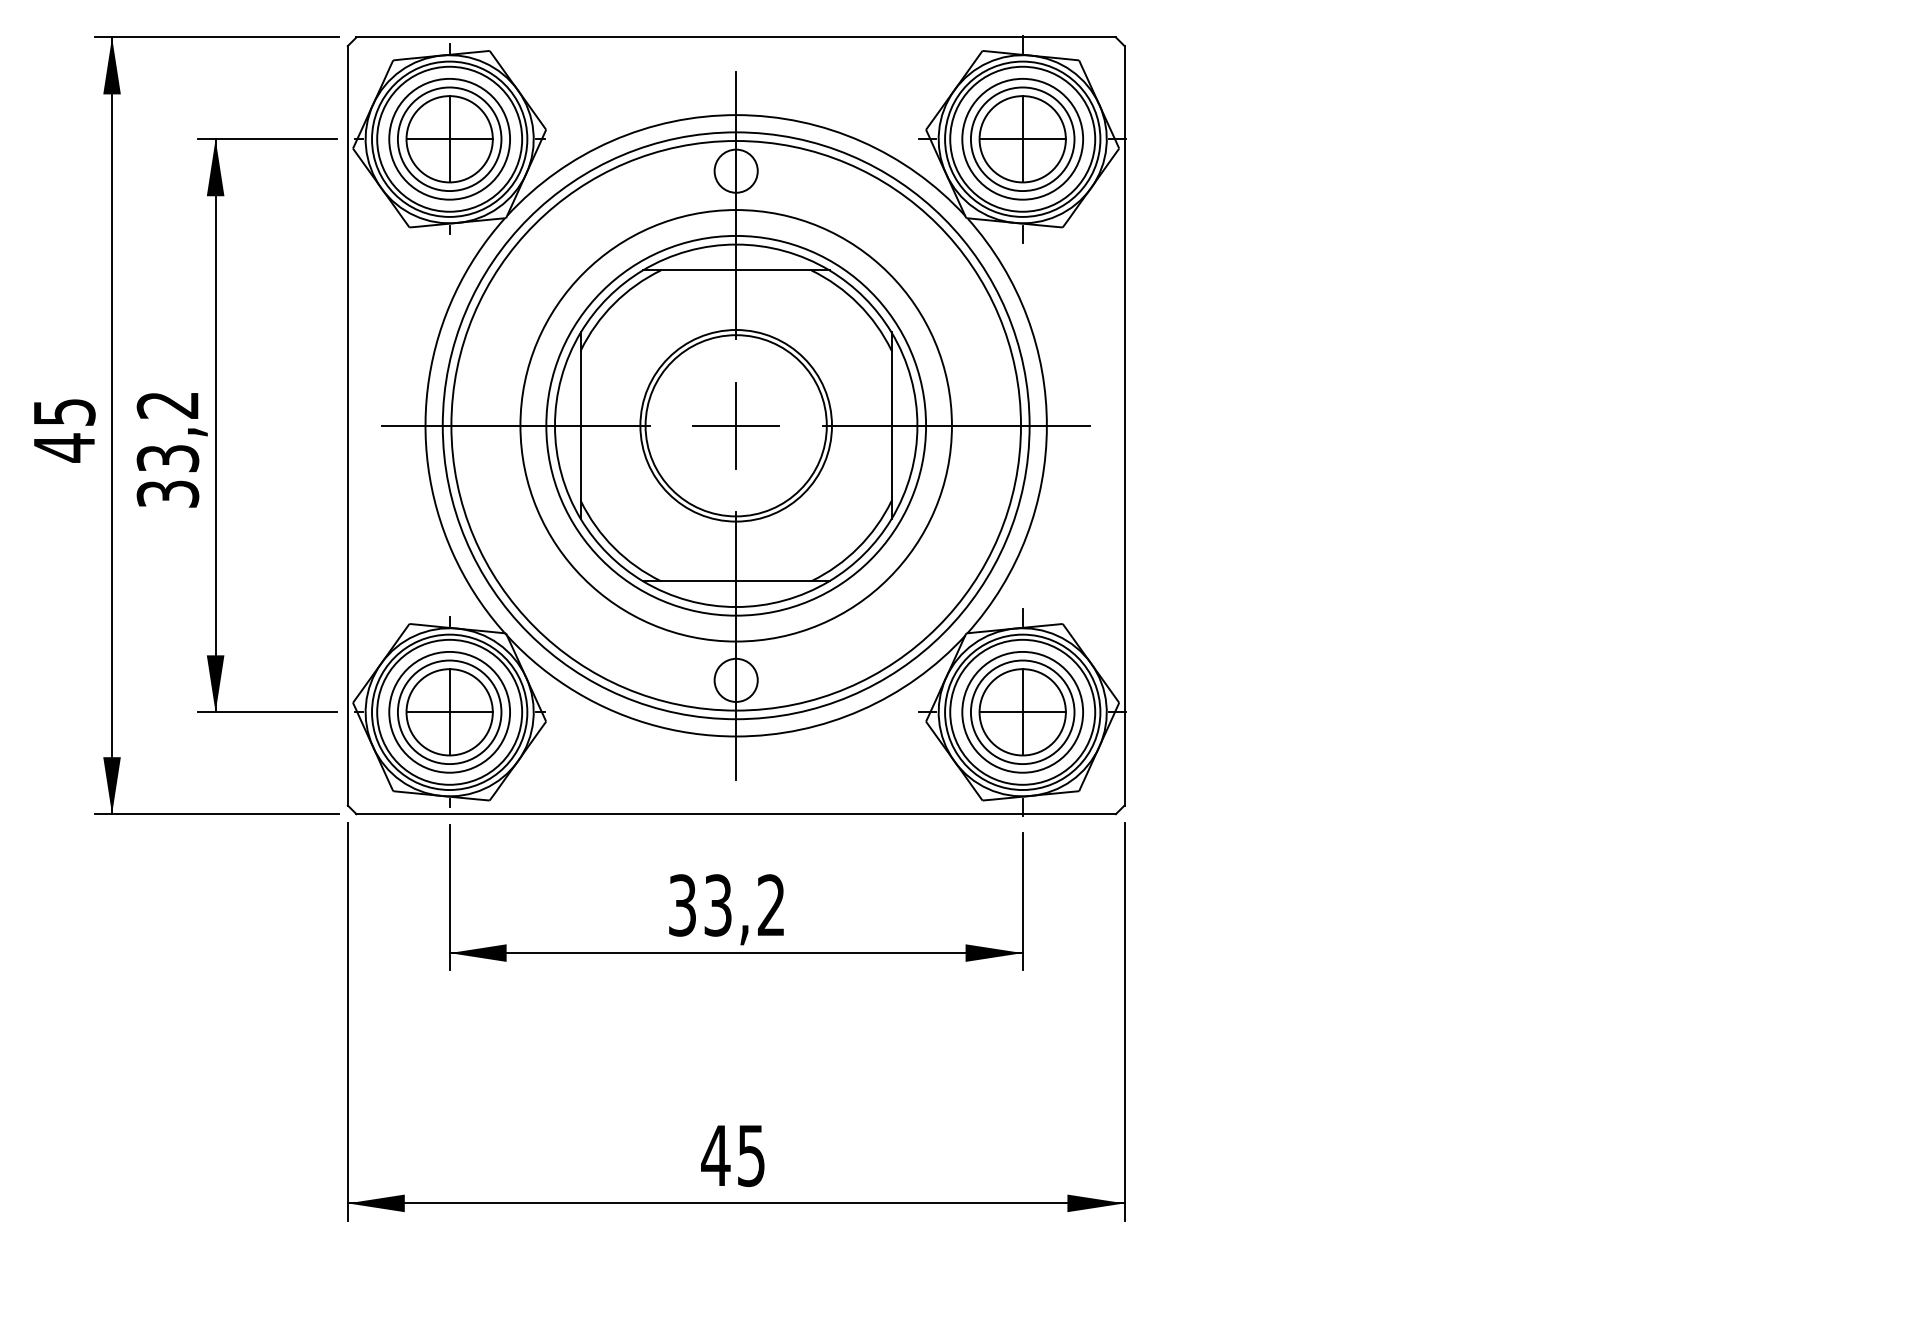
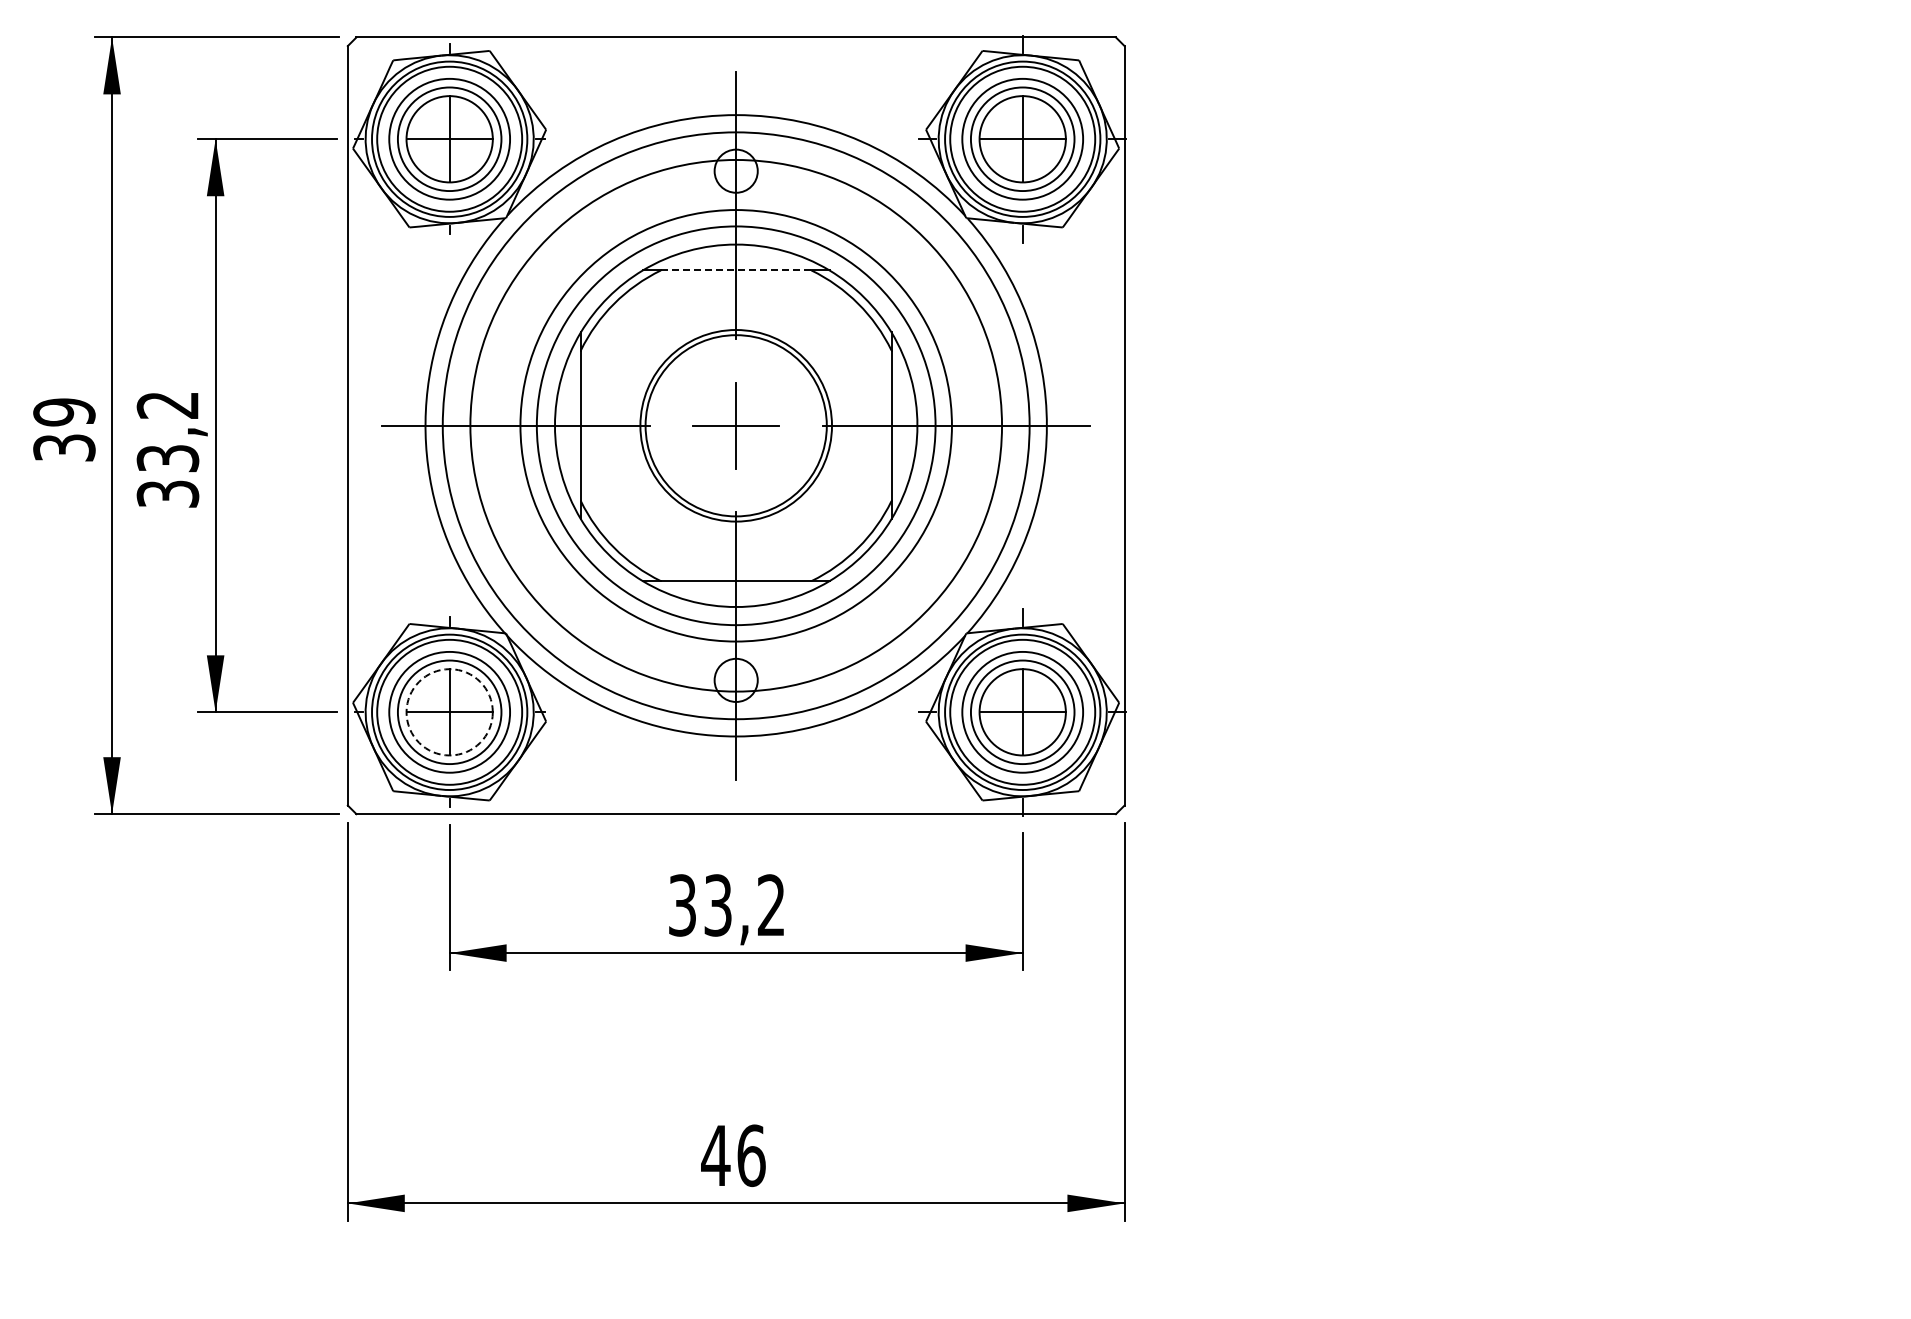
line at (735, 270): solid -> dashed
circle at (736, 425) diameter: 380 px -> 532 px
circle at (736, 425) diameter: 570 px -> 399 px
text at (64, 430): 45 -> 39
circle at (449, 712): solid -> dashed
text at (751, 1155): 45 -> 46
